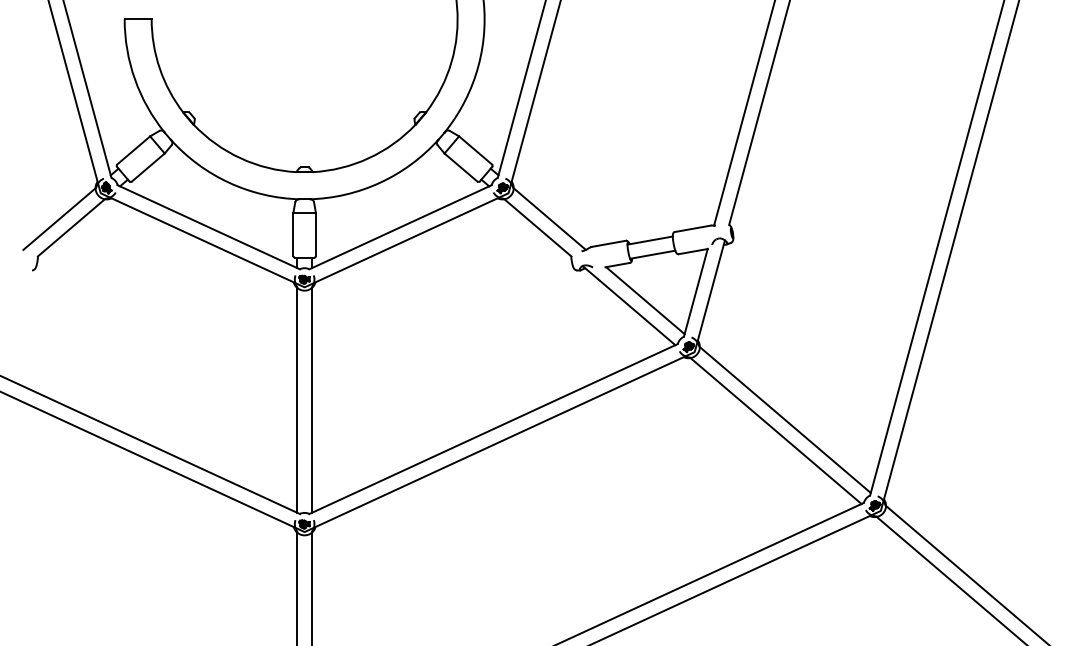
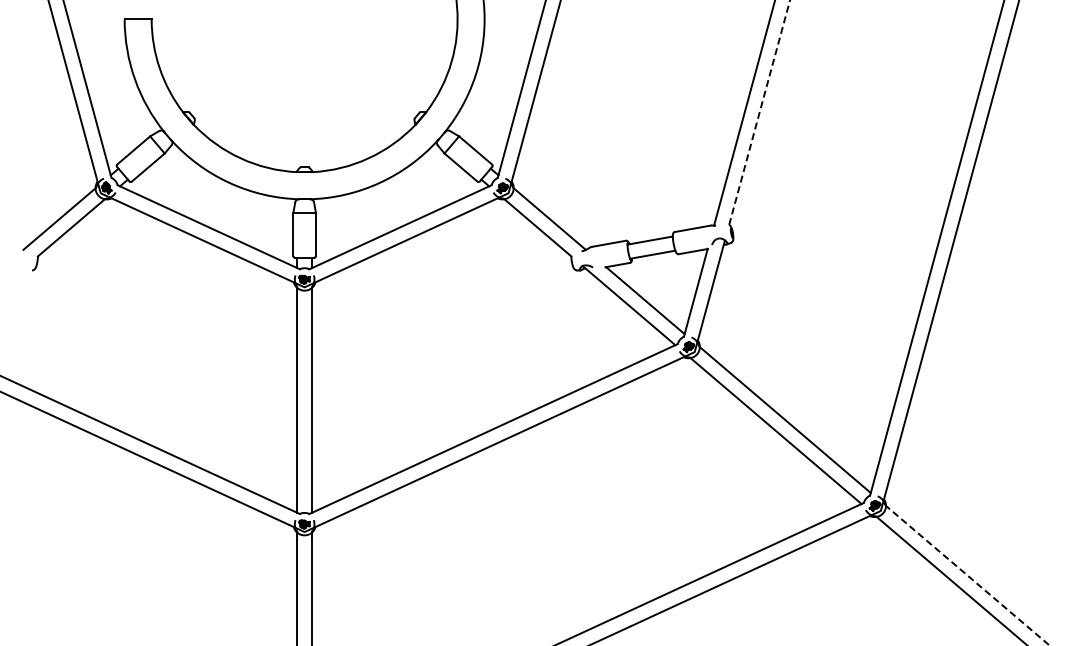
line at (759, 112): solid -> dashed
line at (968, 575): solid -> dashed
